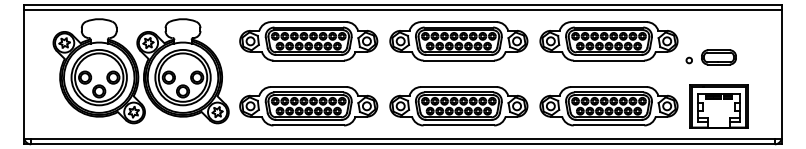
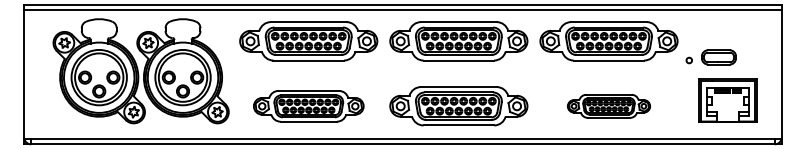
part at (308, 106) size: 140x41 px -> 112x33 px
part at (608, 106) size: 140x41 px -> 84x25 px
part at (718, 106) position: (718, 106) -> (727, 100)
